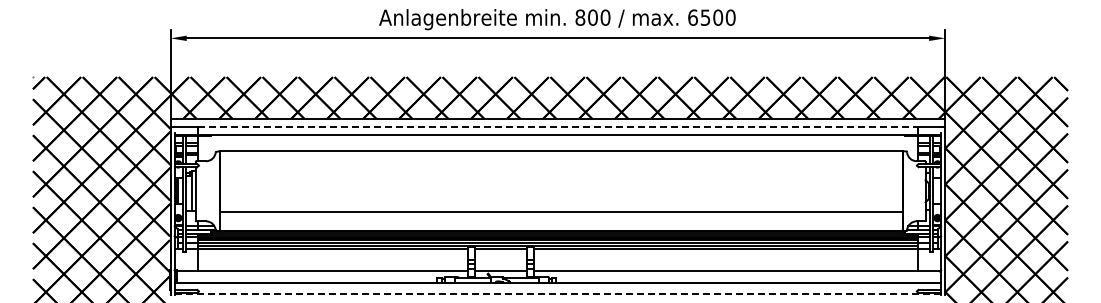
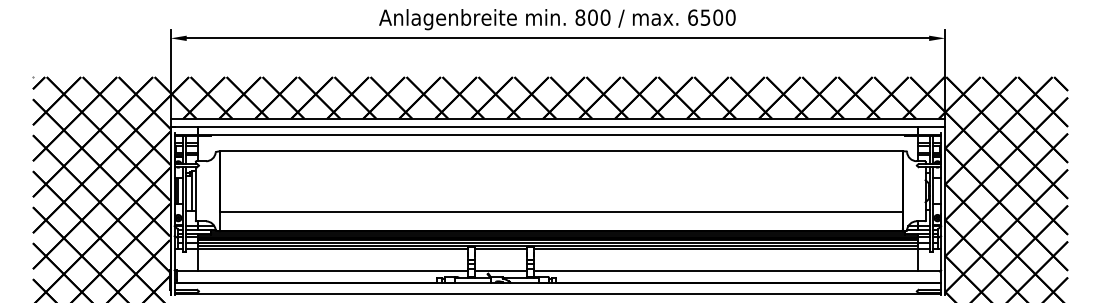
line at (558, 127): dashed -> solid
line at (557, 293): dashed -> solid
